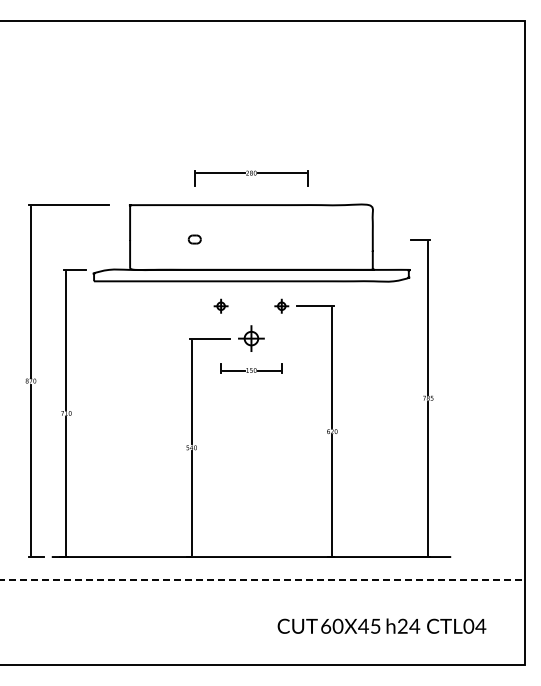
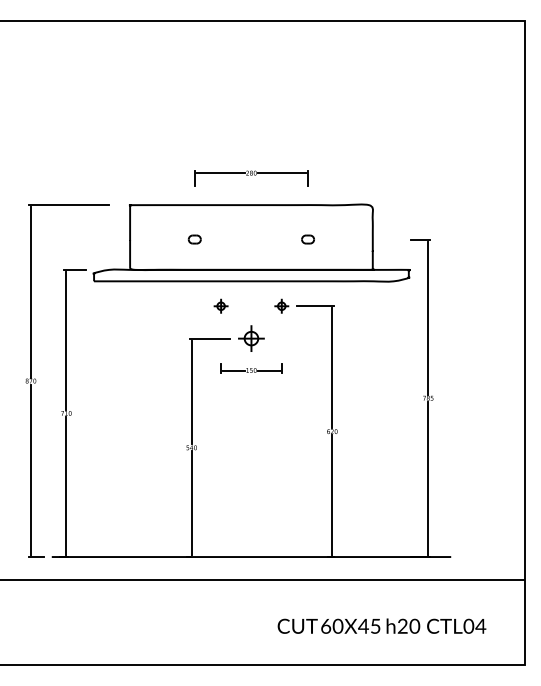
part at (307, 239): none -> present
line at (262, 579): dashed -> solid
text at (414, 625): h24 -> h20
